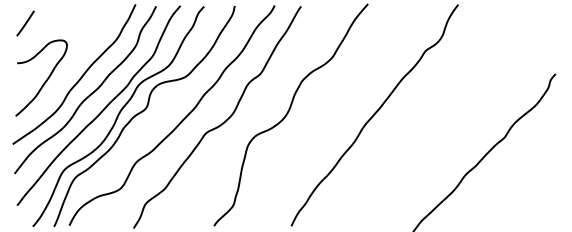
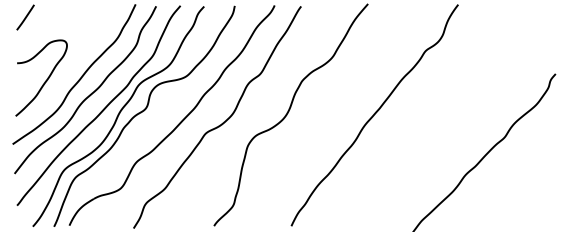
line at (25, 23) position: (25, 23) -> (25, 17)
